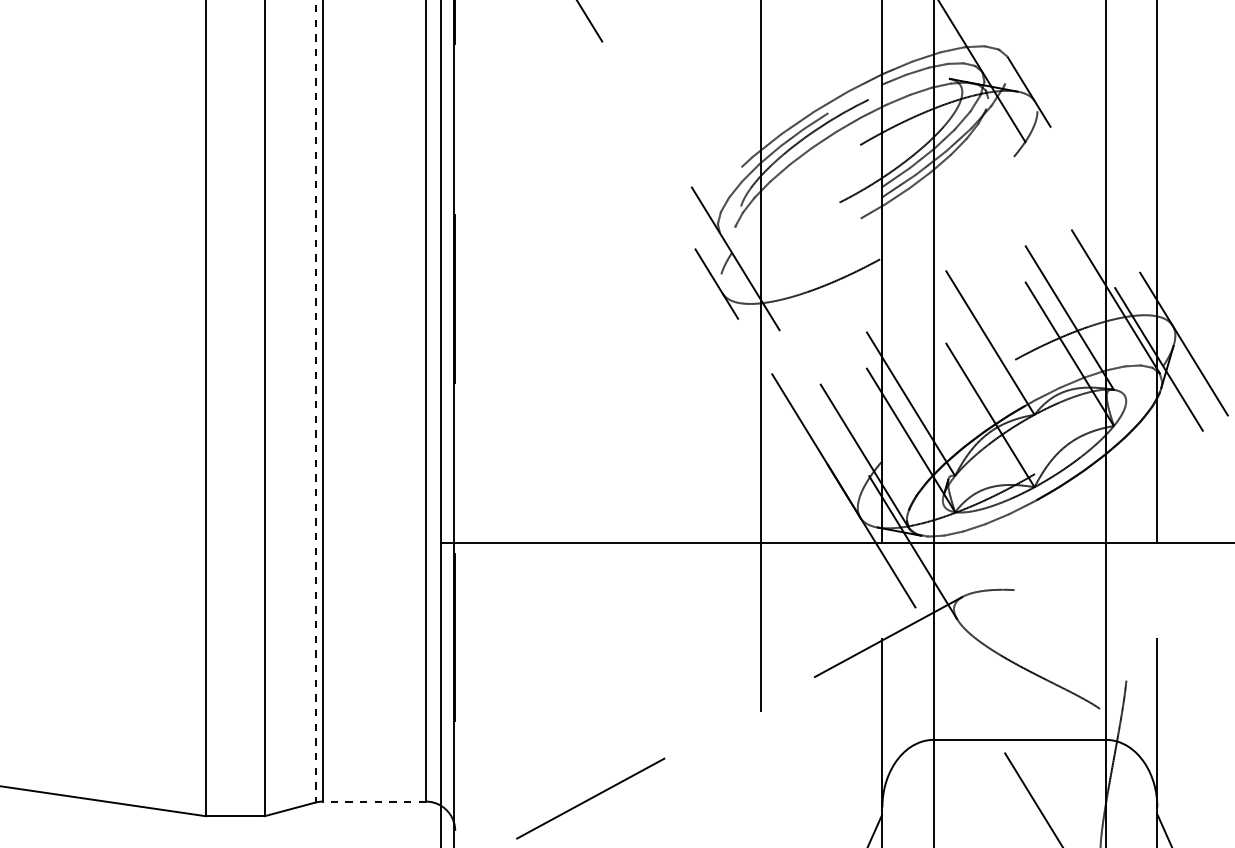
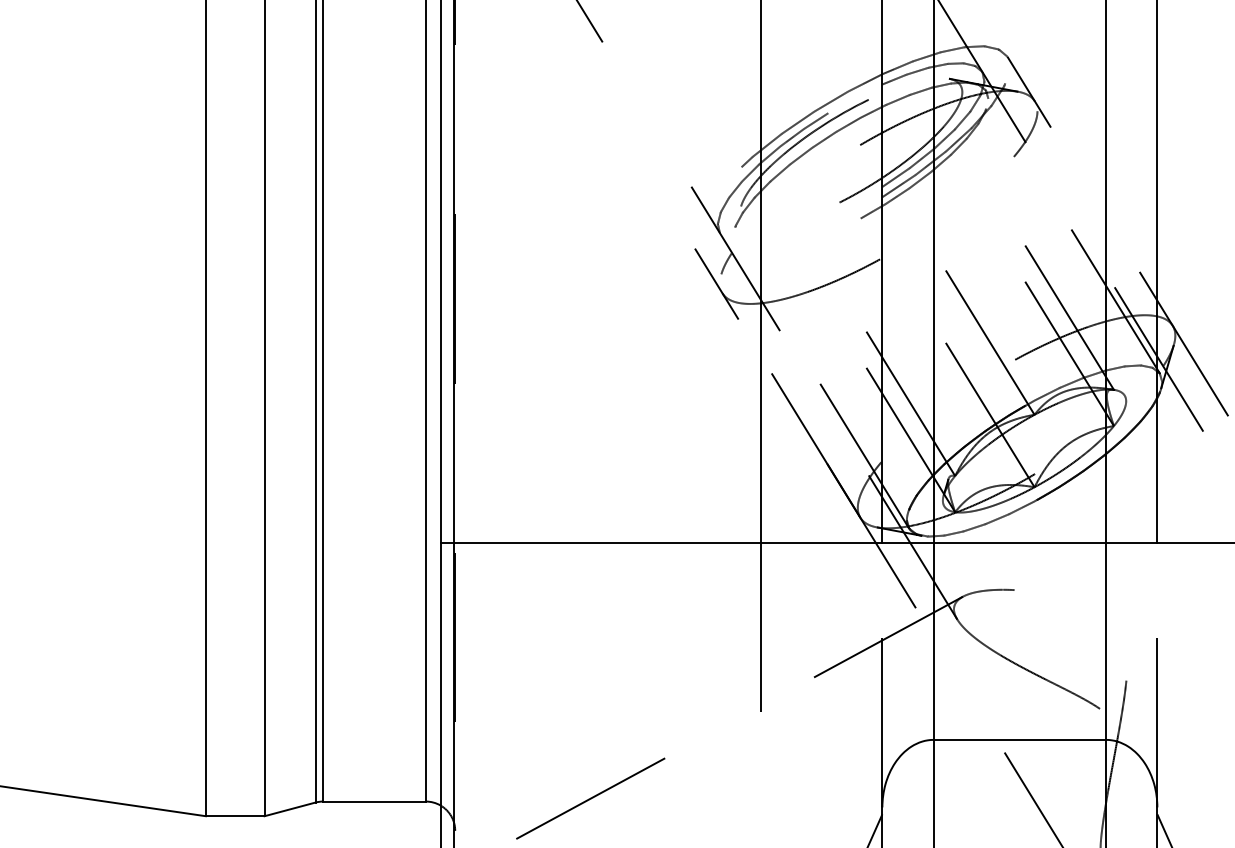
line at (315, 401): dashed -> solid
line at (374, 801): dashed -> solid
